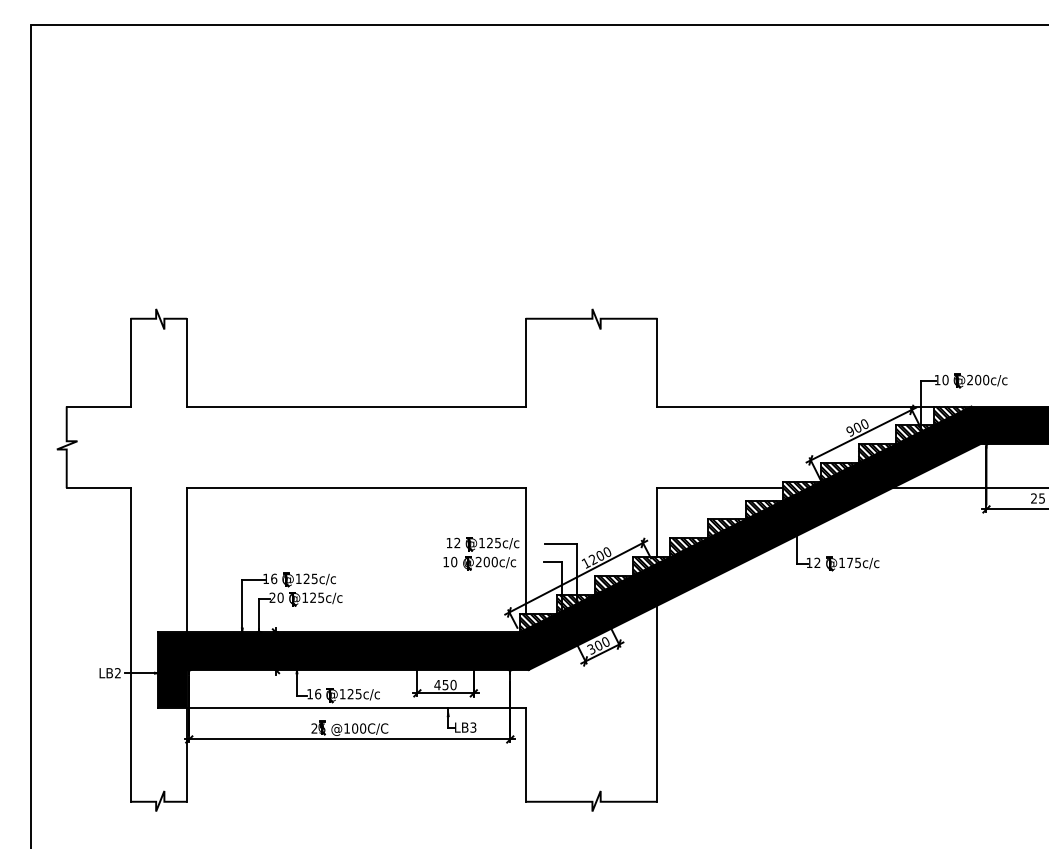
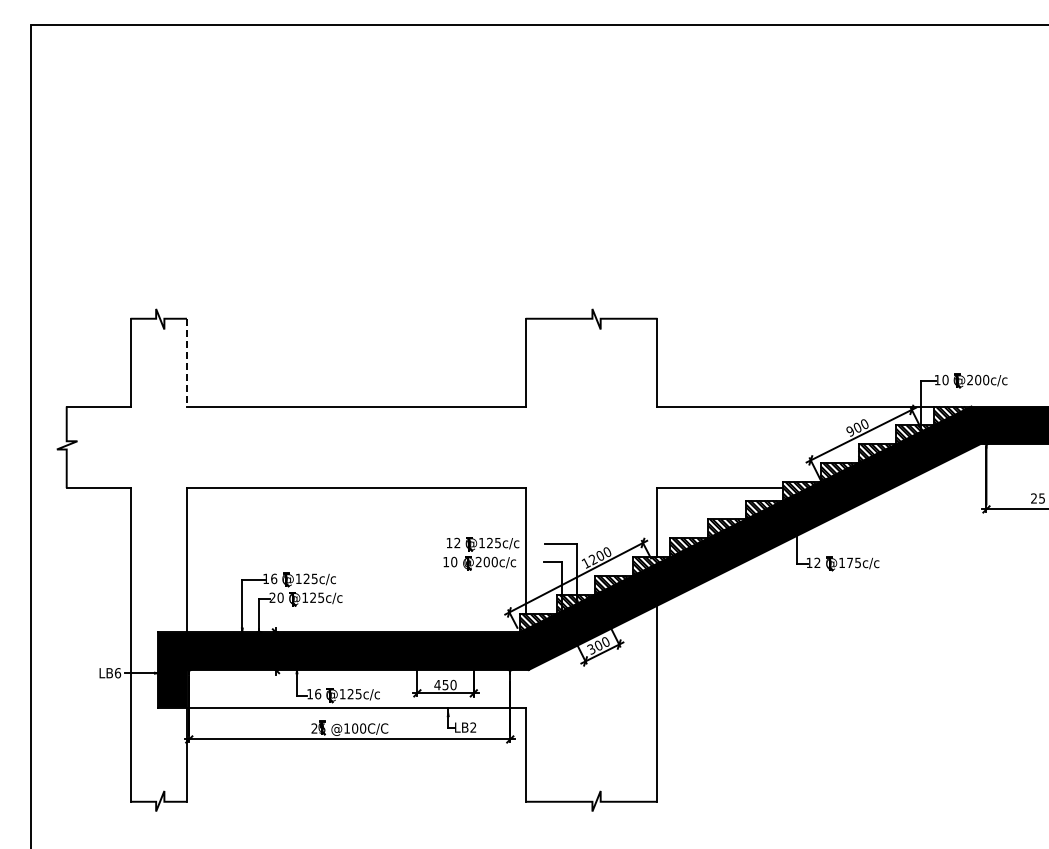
line at (186, 362): solid -> dashed
line at (968, 488): present -> none
text at (117, 673): LB2 -> LB6
text at (473, 727): LB3 -> LB2
